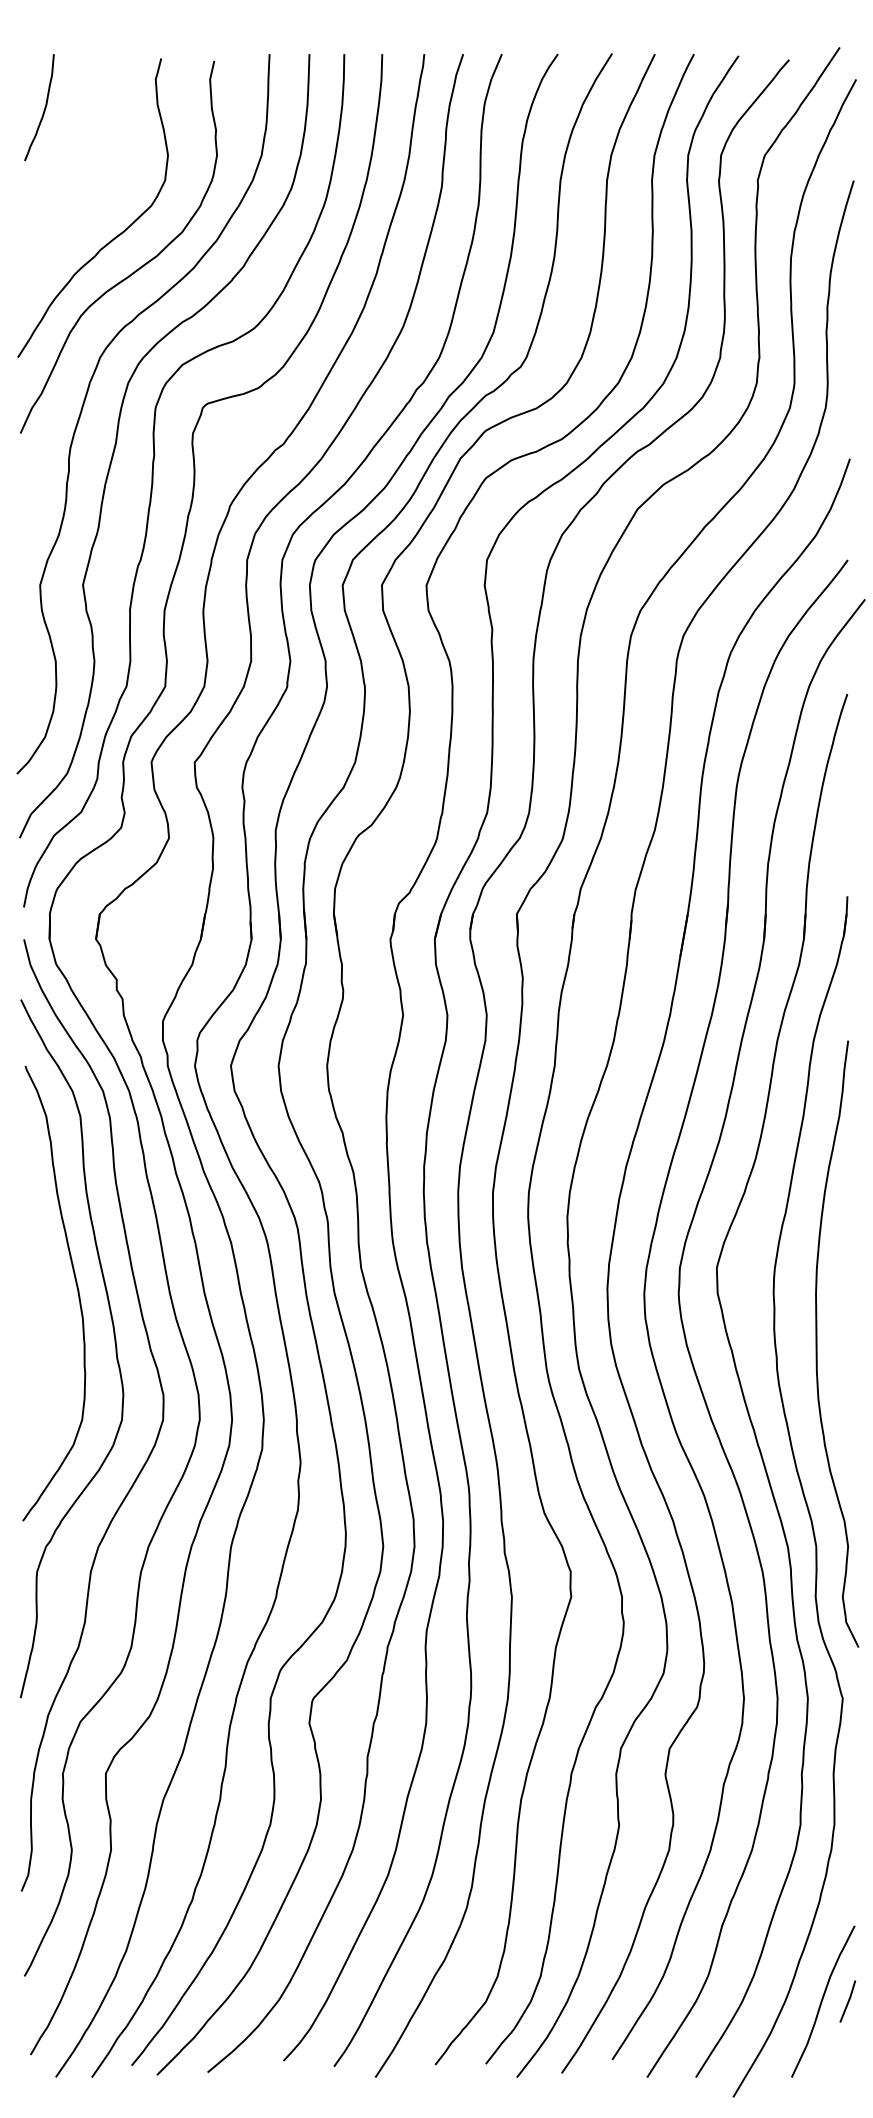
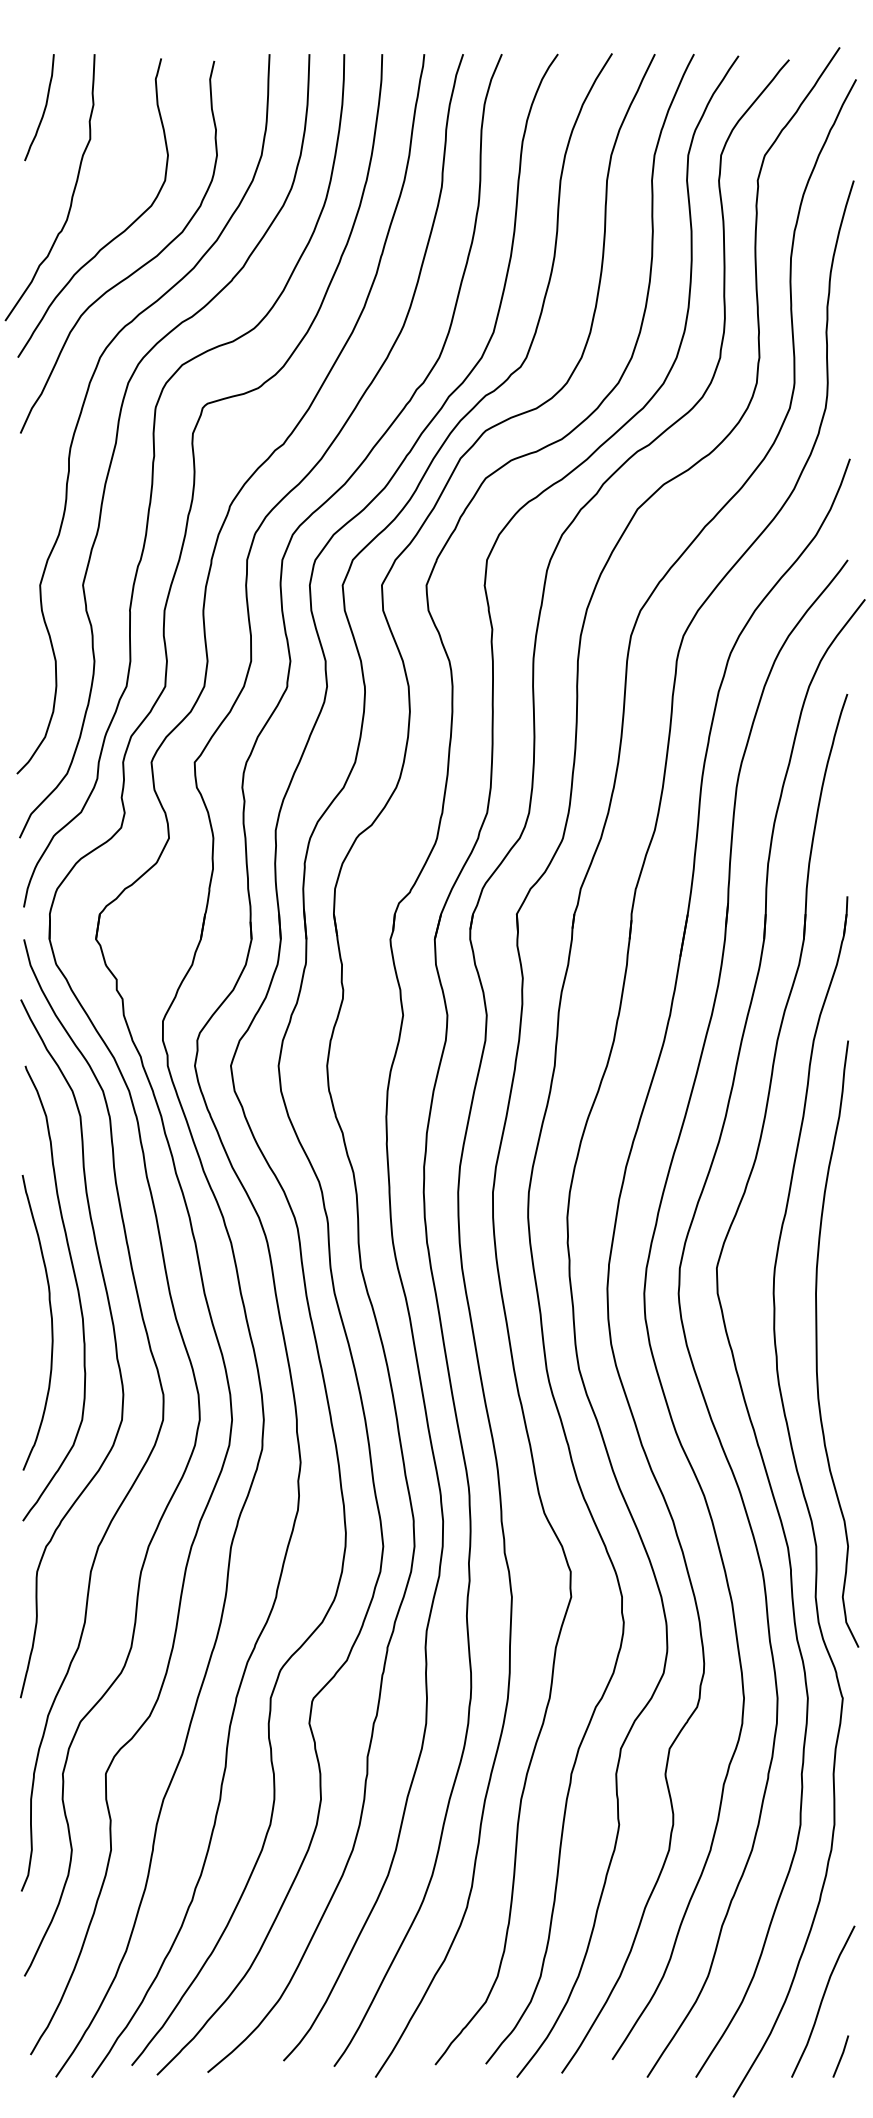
curve at (71, 195): none -> present
curve at (50, 1317): none -> present
line at (847, 2001) position: (847, 2001) -> (840, 2056)
